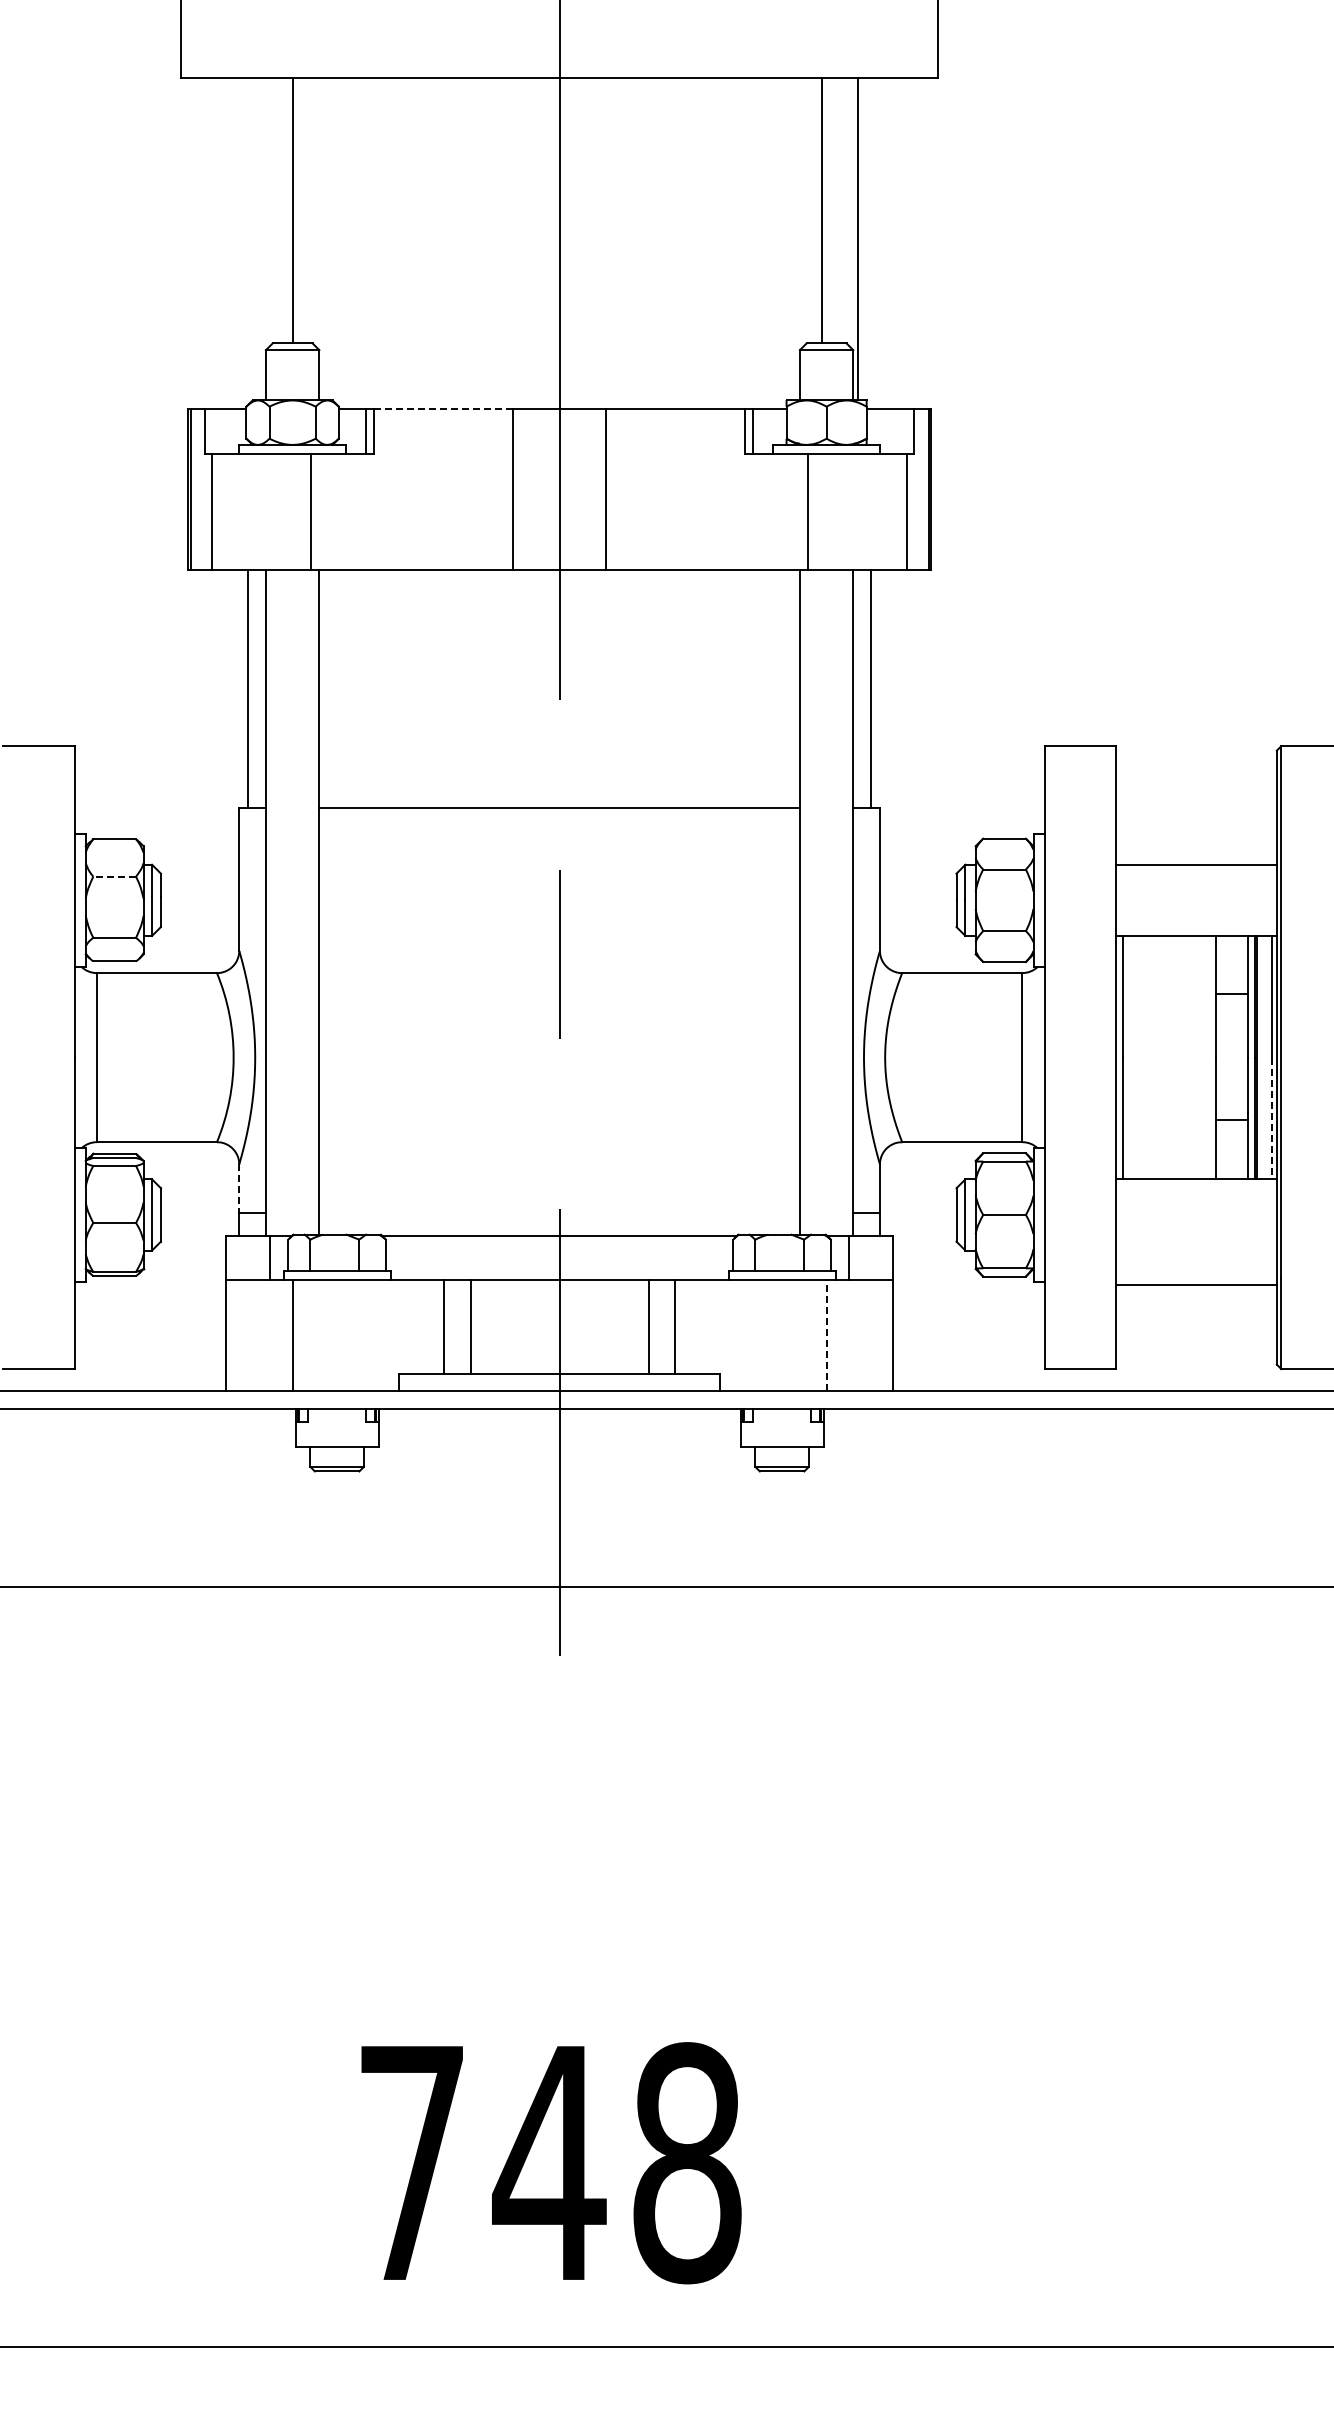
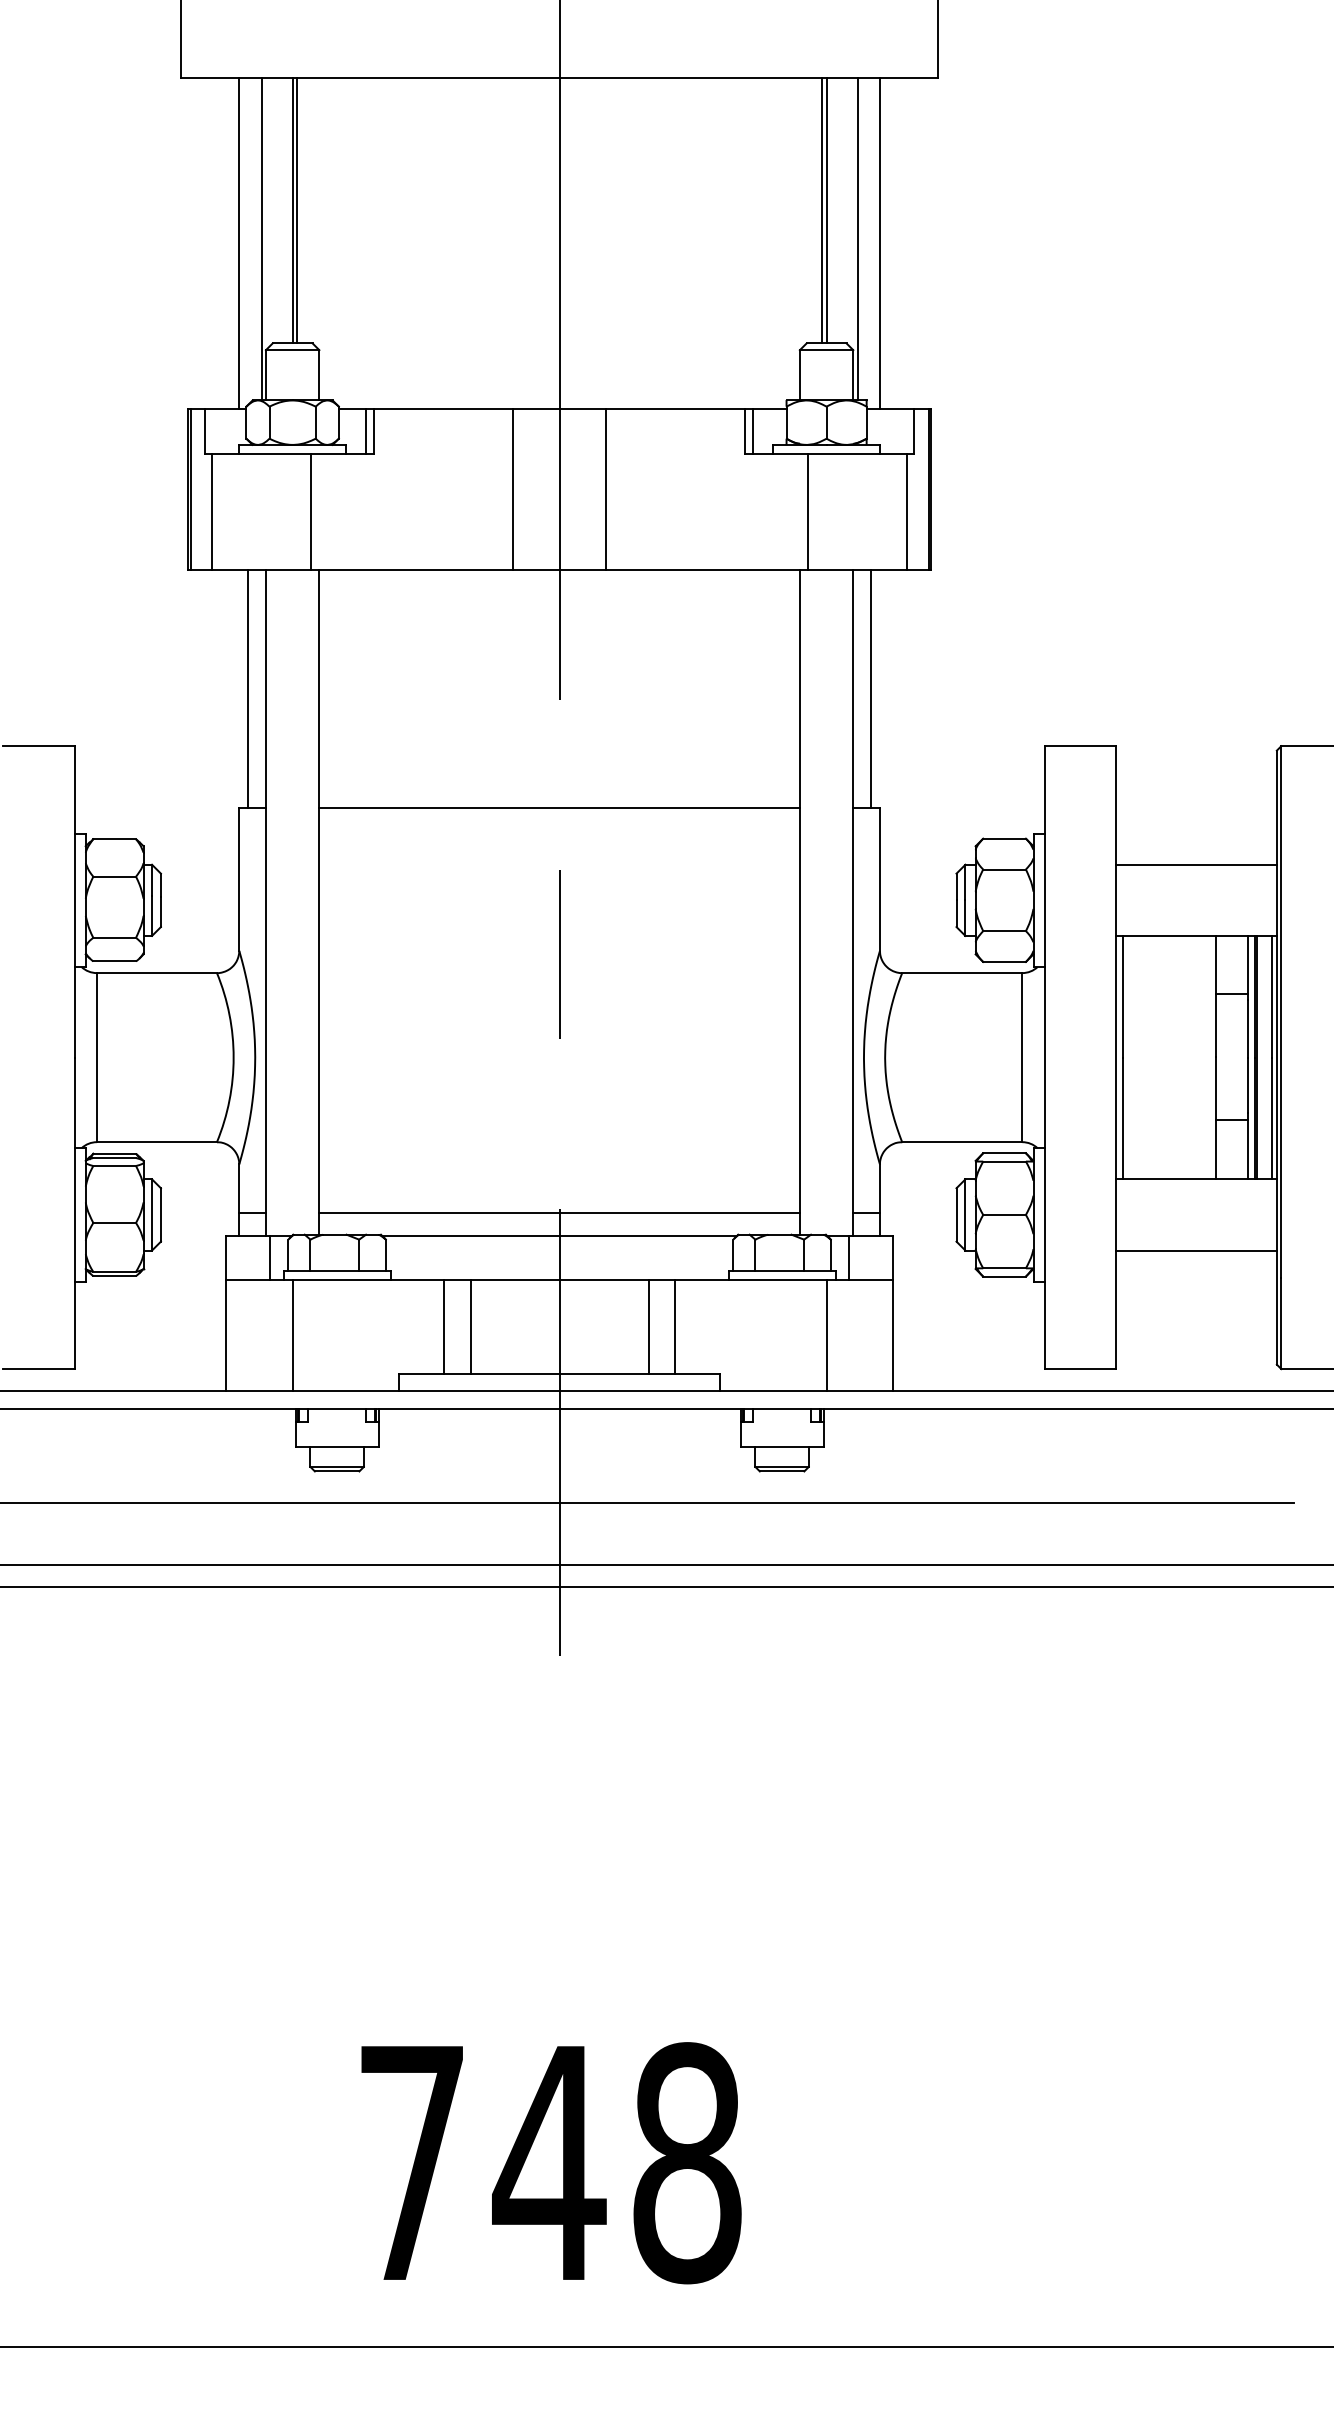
line at (297, 210): none -> present
line at (826, 210): none -> present
line at (261, 238): none -> present
line at (239, 243): none -> present
line at (879, 243): none -> present
line at (443, 409): dashed -> solid
line at (114, 876): dashed -> solid
line at (1272, 1118): dashed -> solid
line at (239, 1189): dashed -> solid
line at (559, 1213): none -> present
line at (1195, 1284) position: (1195, 1284) -> (1195, 1250)
line at (826, 1335): dashed -> solid
line at (647, 1502): none -> present
line at (666, 1564): none -> present
